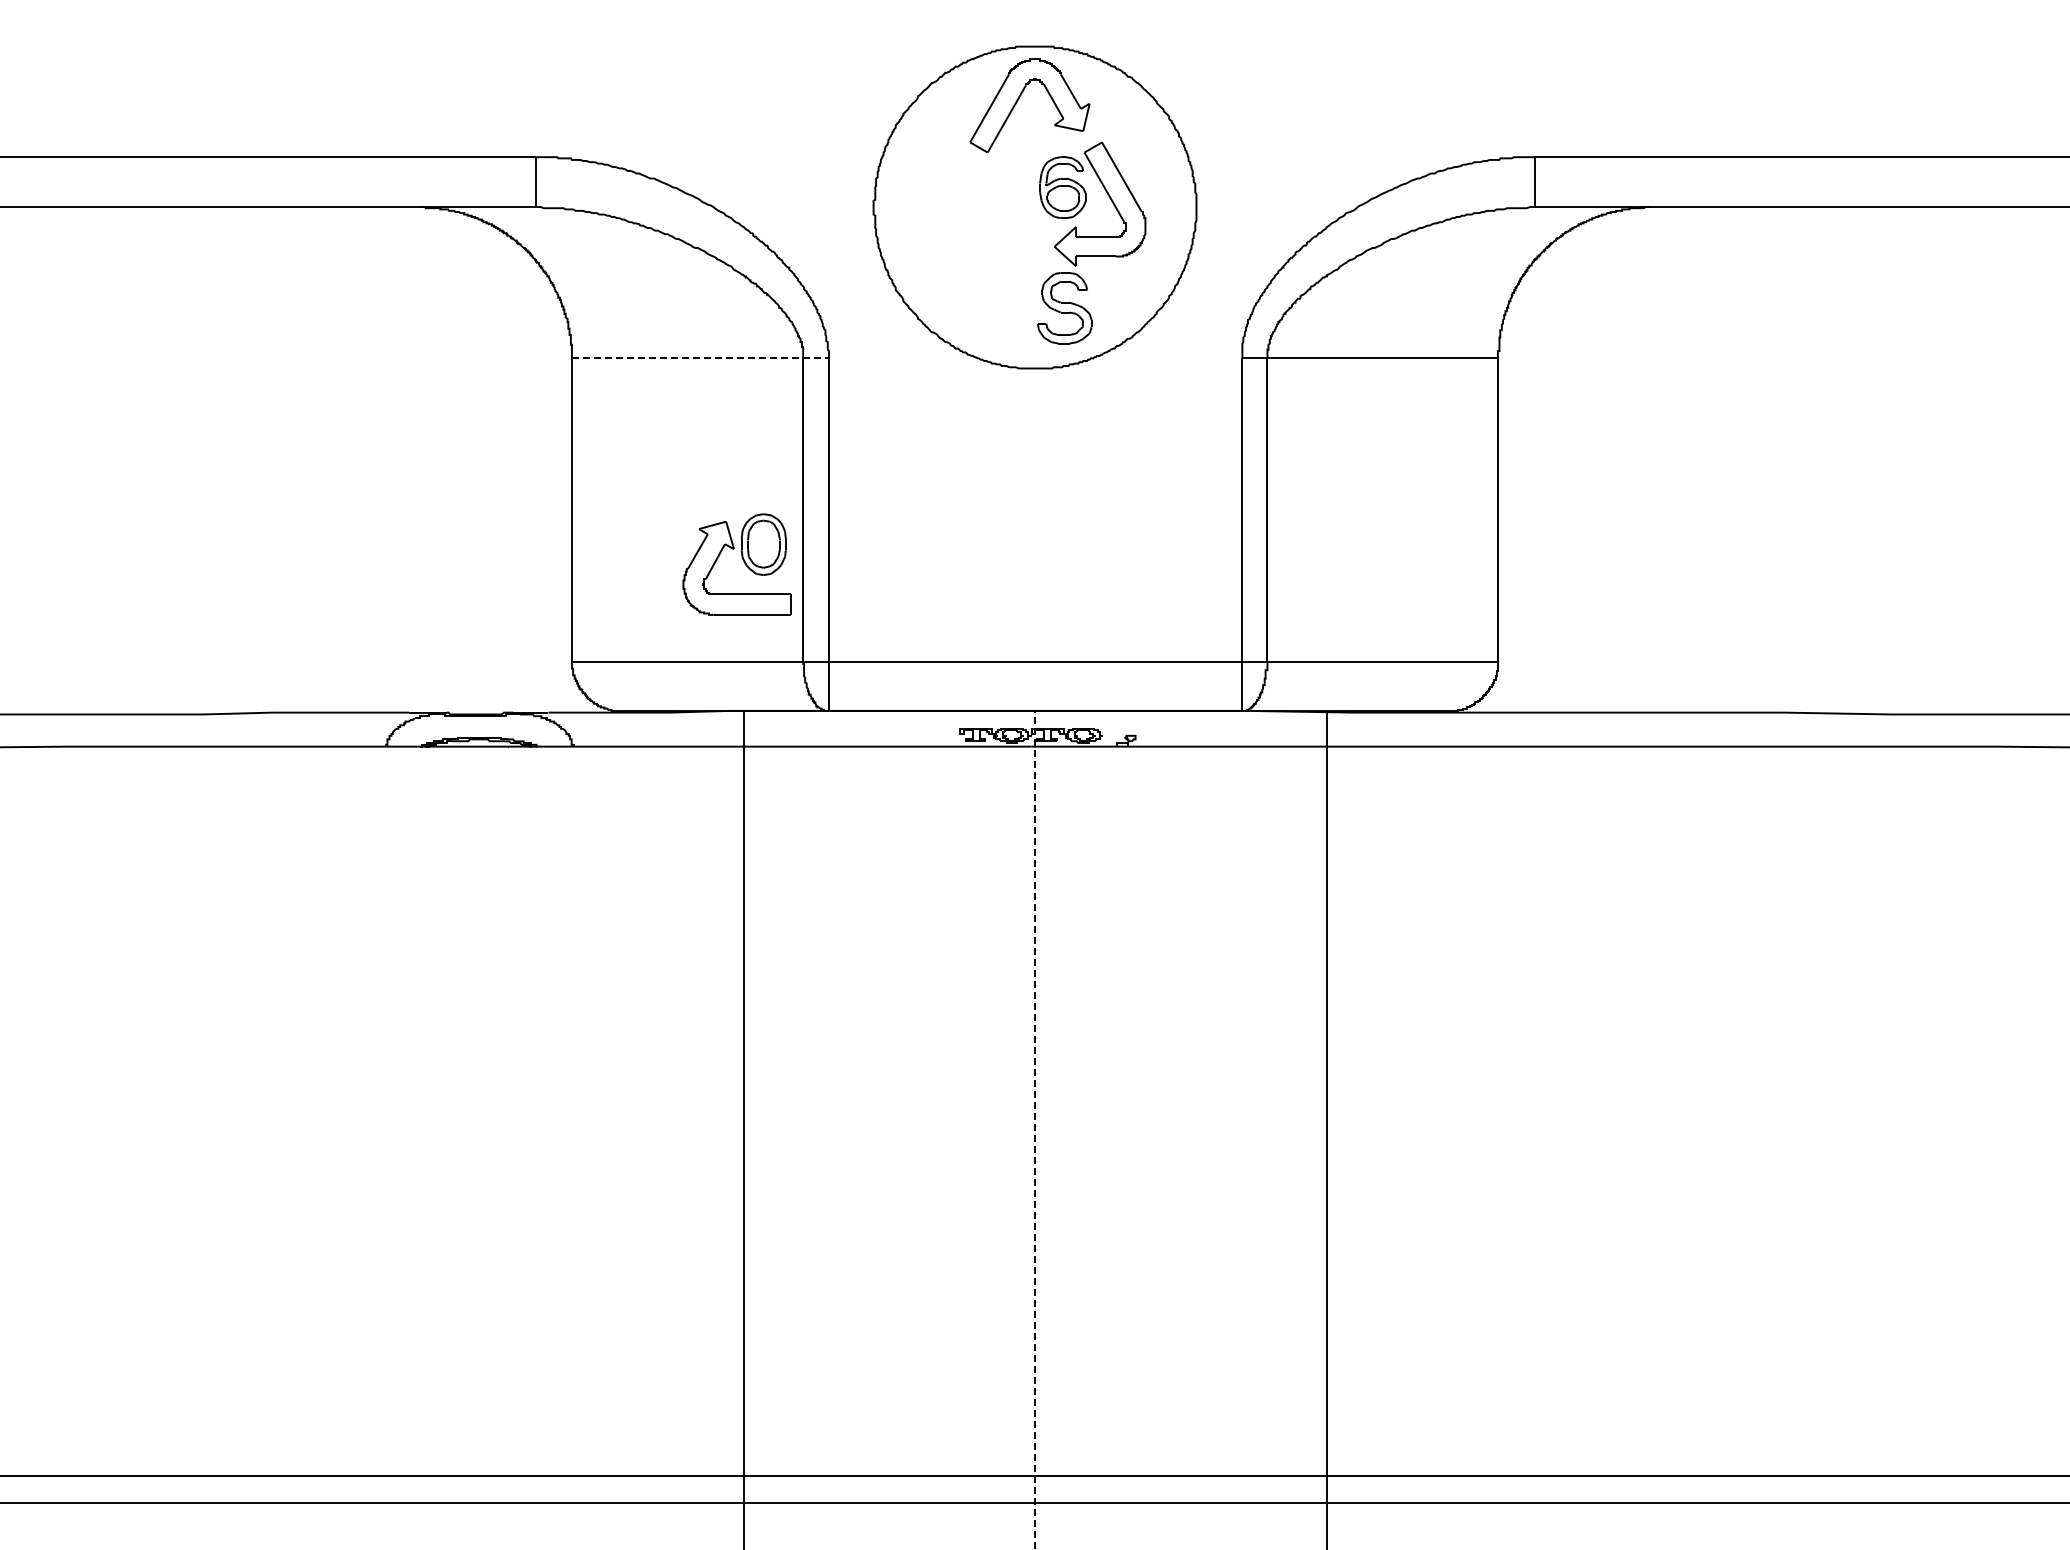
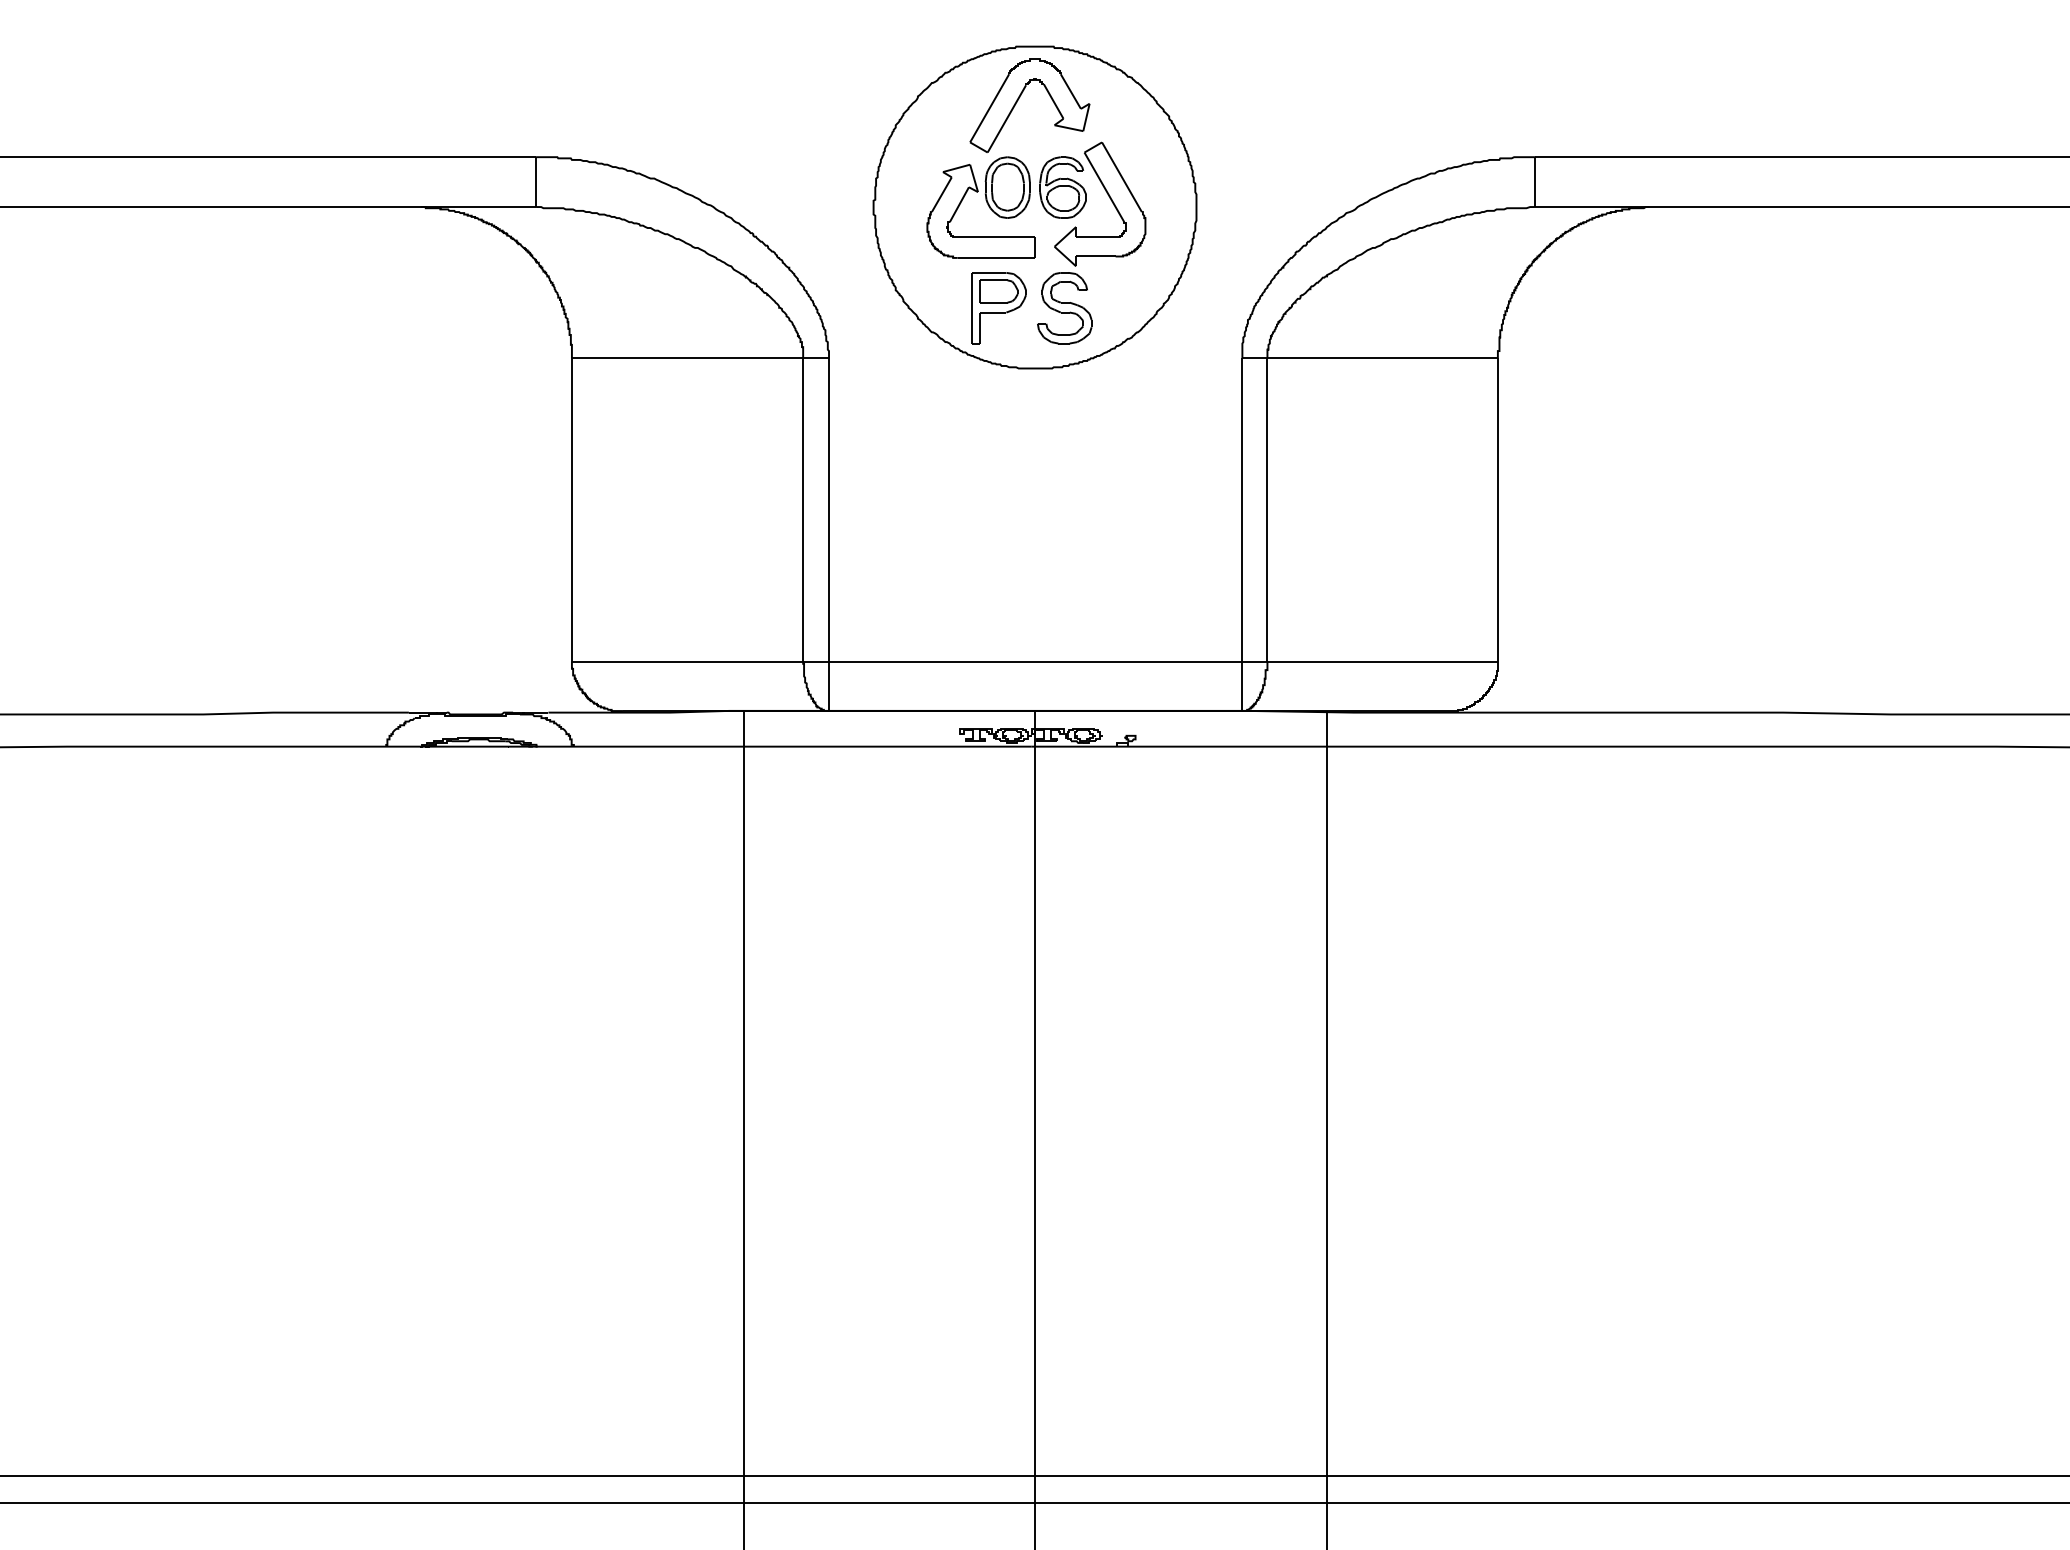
part at (998, 308): none -> present
line at (700, 358): dashed -> solid
part at (742, 560) position: (742, 560) -> (986, 203)
line at (1035, 1129): dashed -> solid
